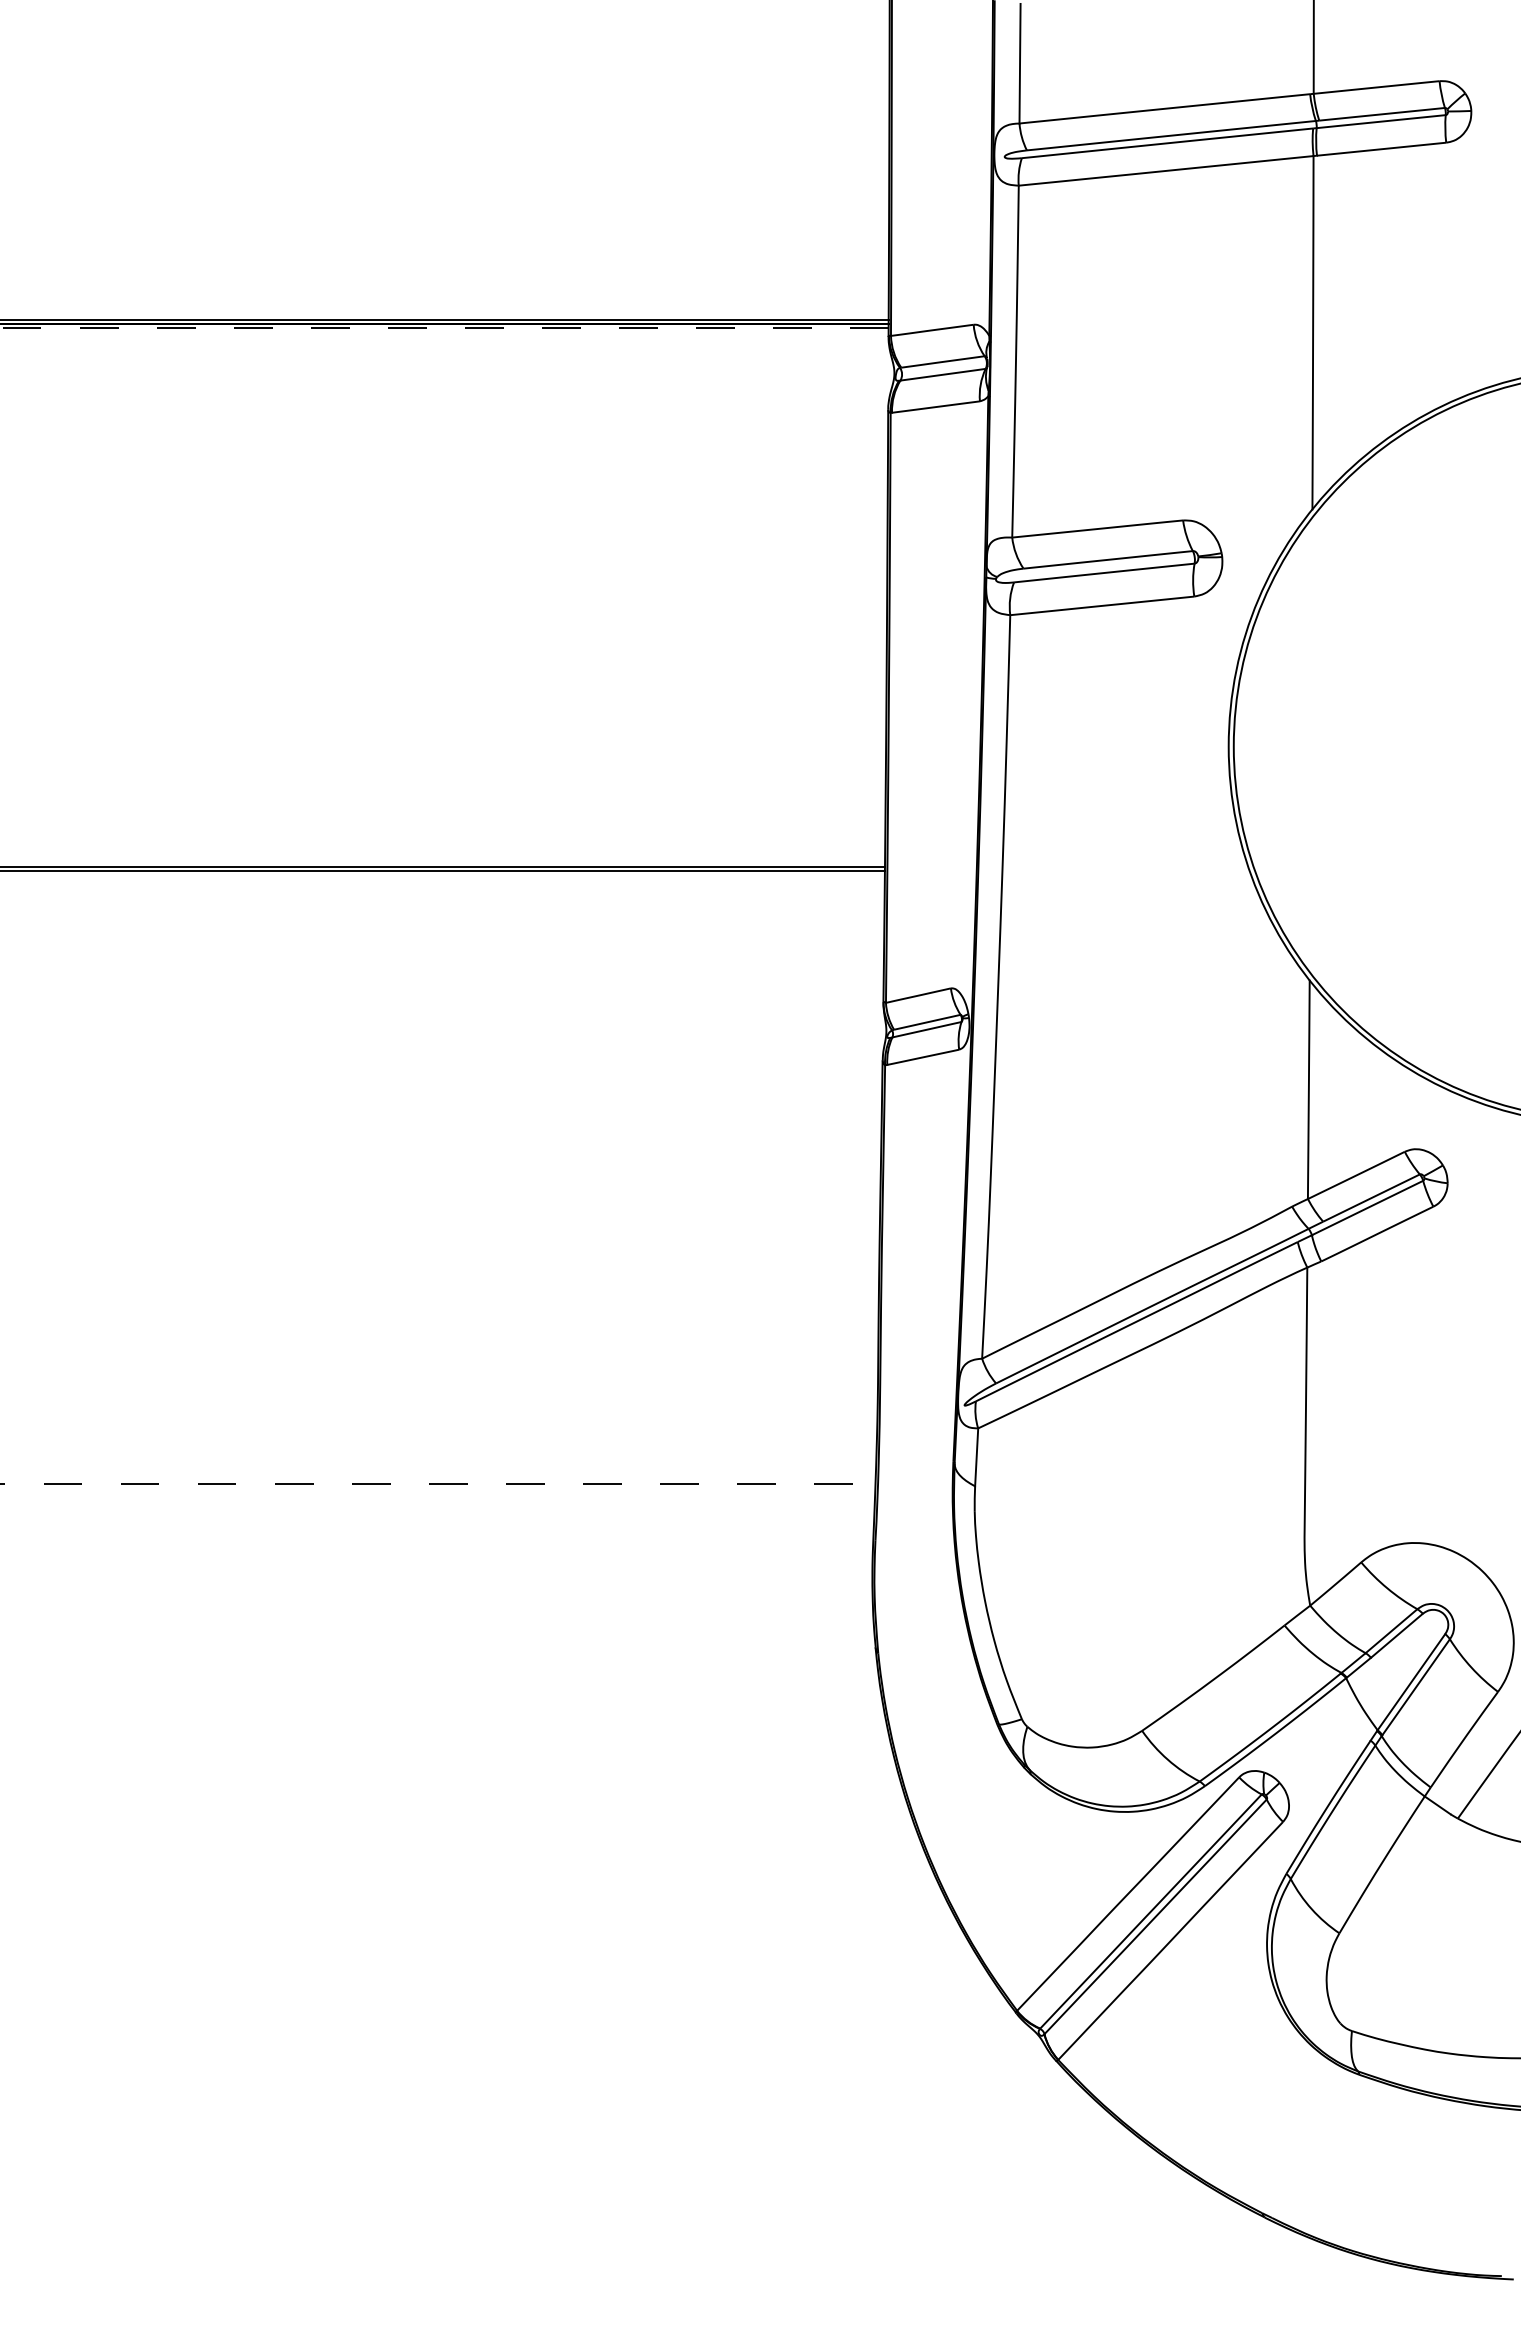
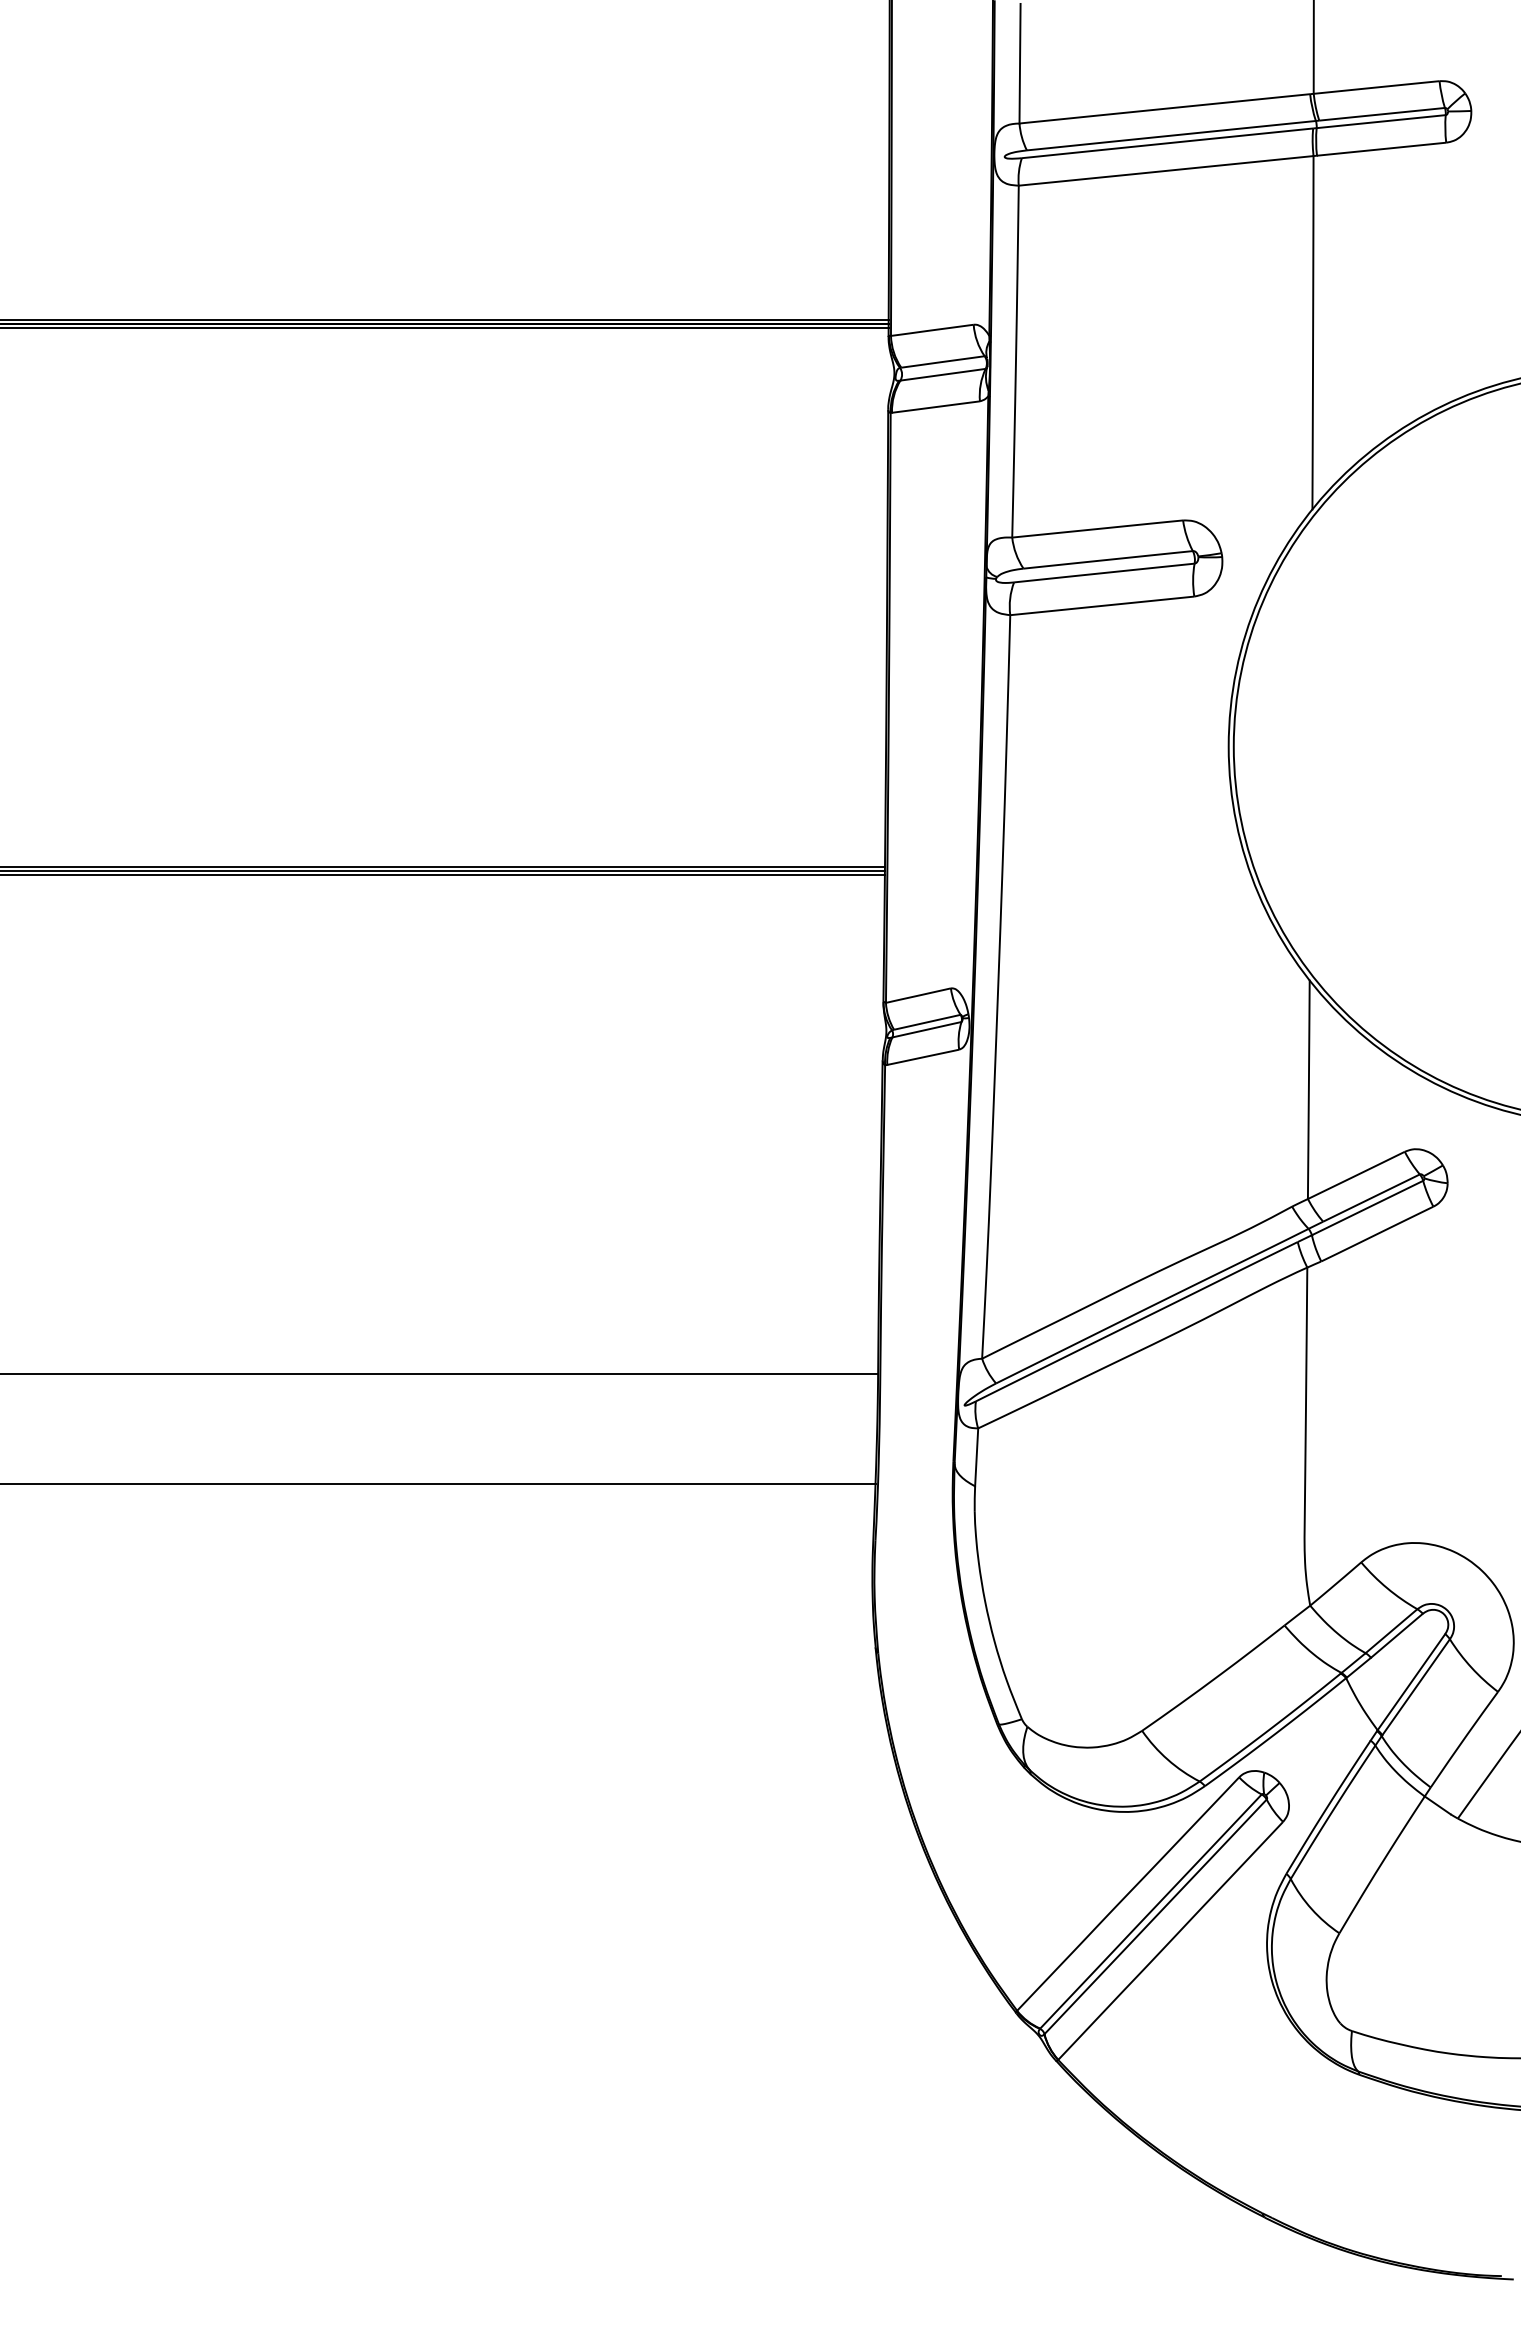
line at (444, 328): dashed -> solid
line at (443, 874): none -> present
line at (440, 1374): none -> present
line at (438, 1483): dashed -> solid
